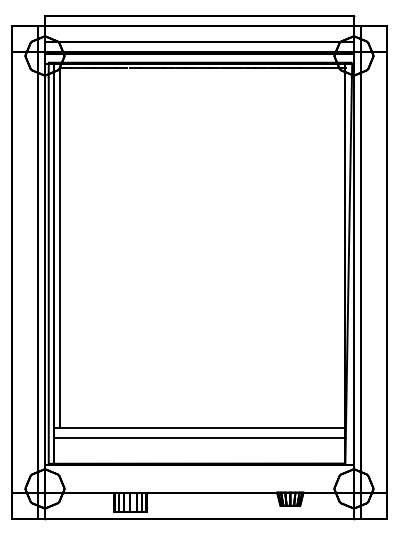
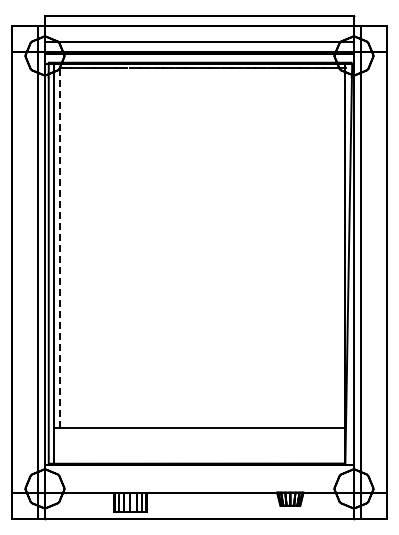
line at (59, 247): solid -> dashed
line at (199, 438): present -> none
